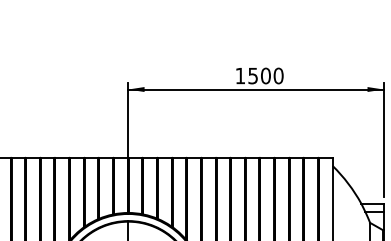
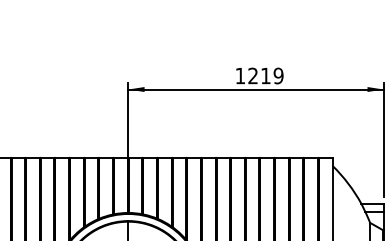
text at (265, 75): 1500 -> 1219
